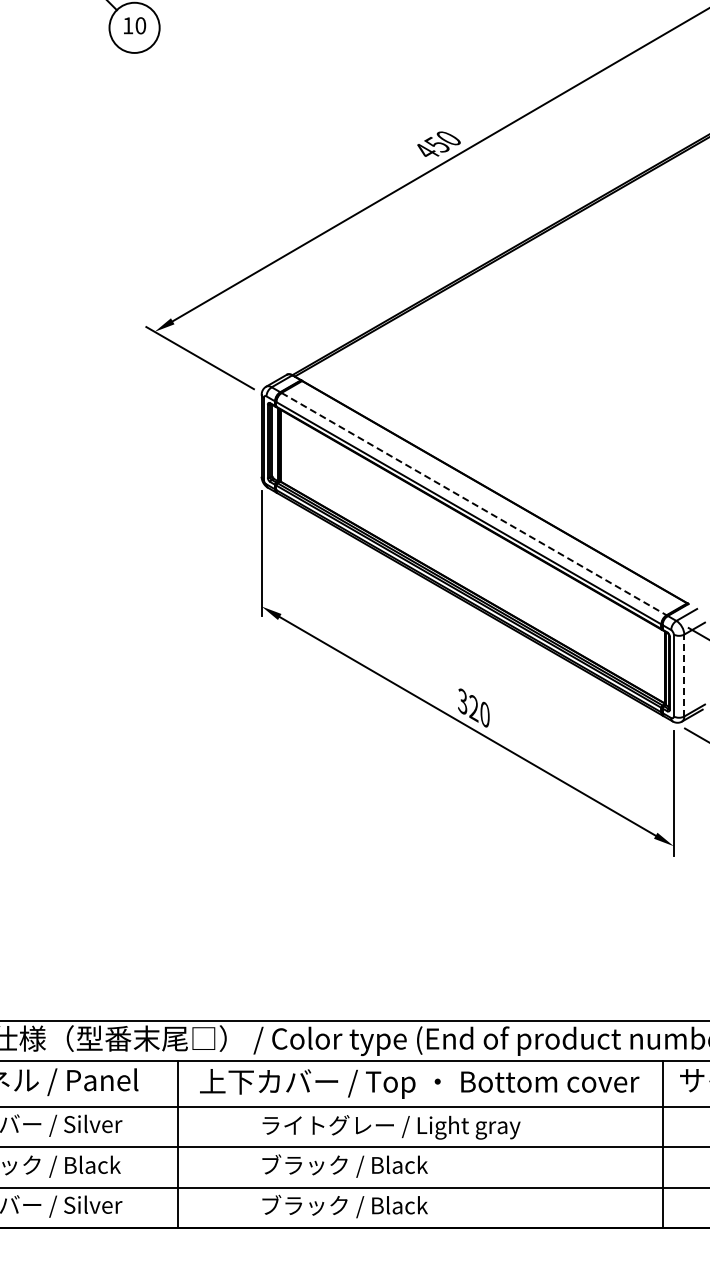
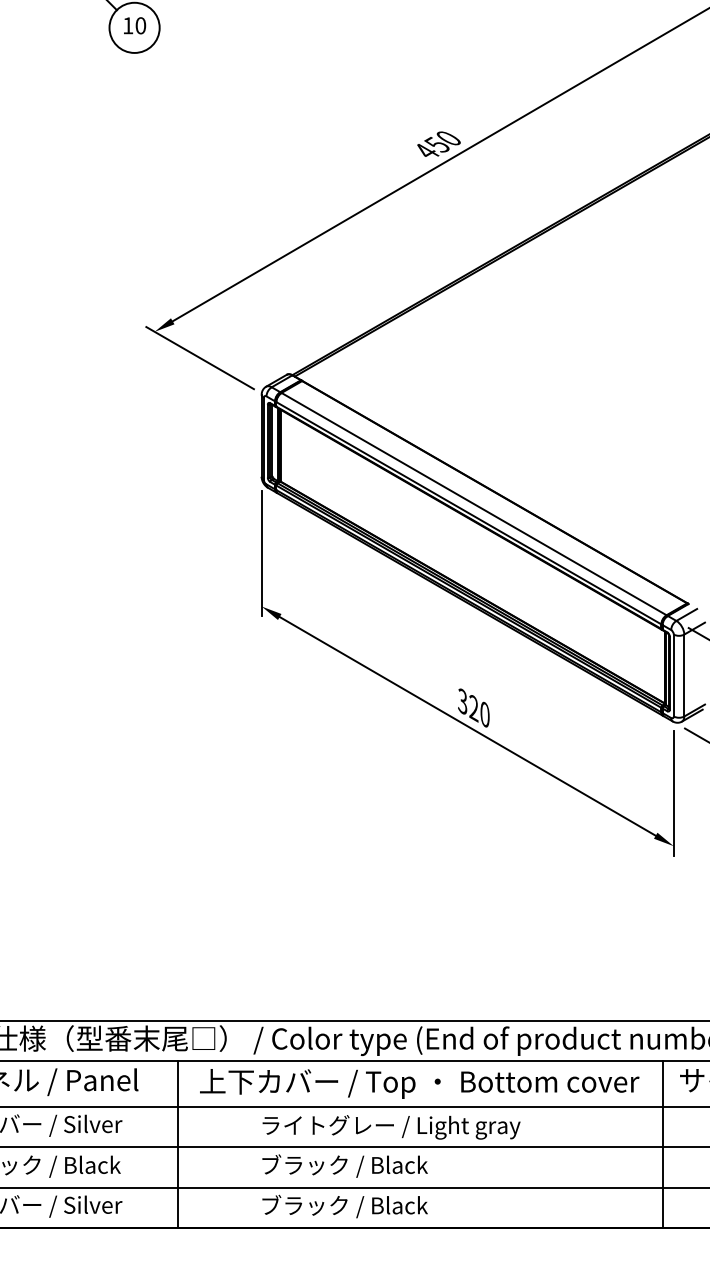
line at (474, 504): dashed -> solid
line at (684, 675): dashed -> solid
